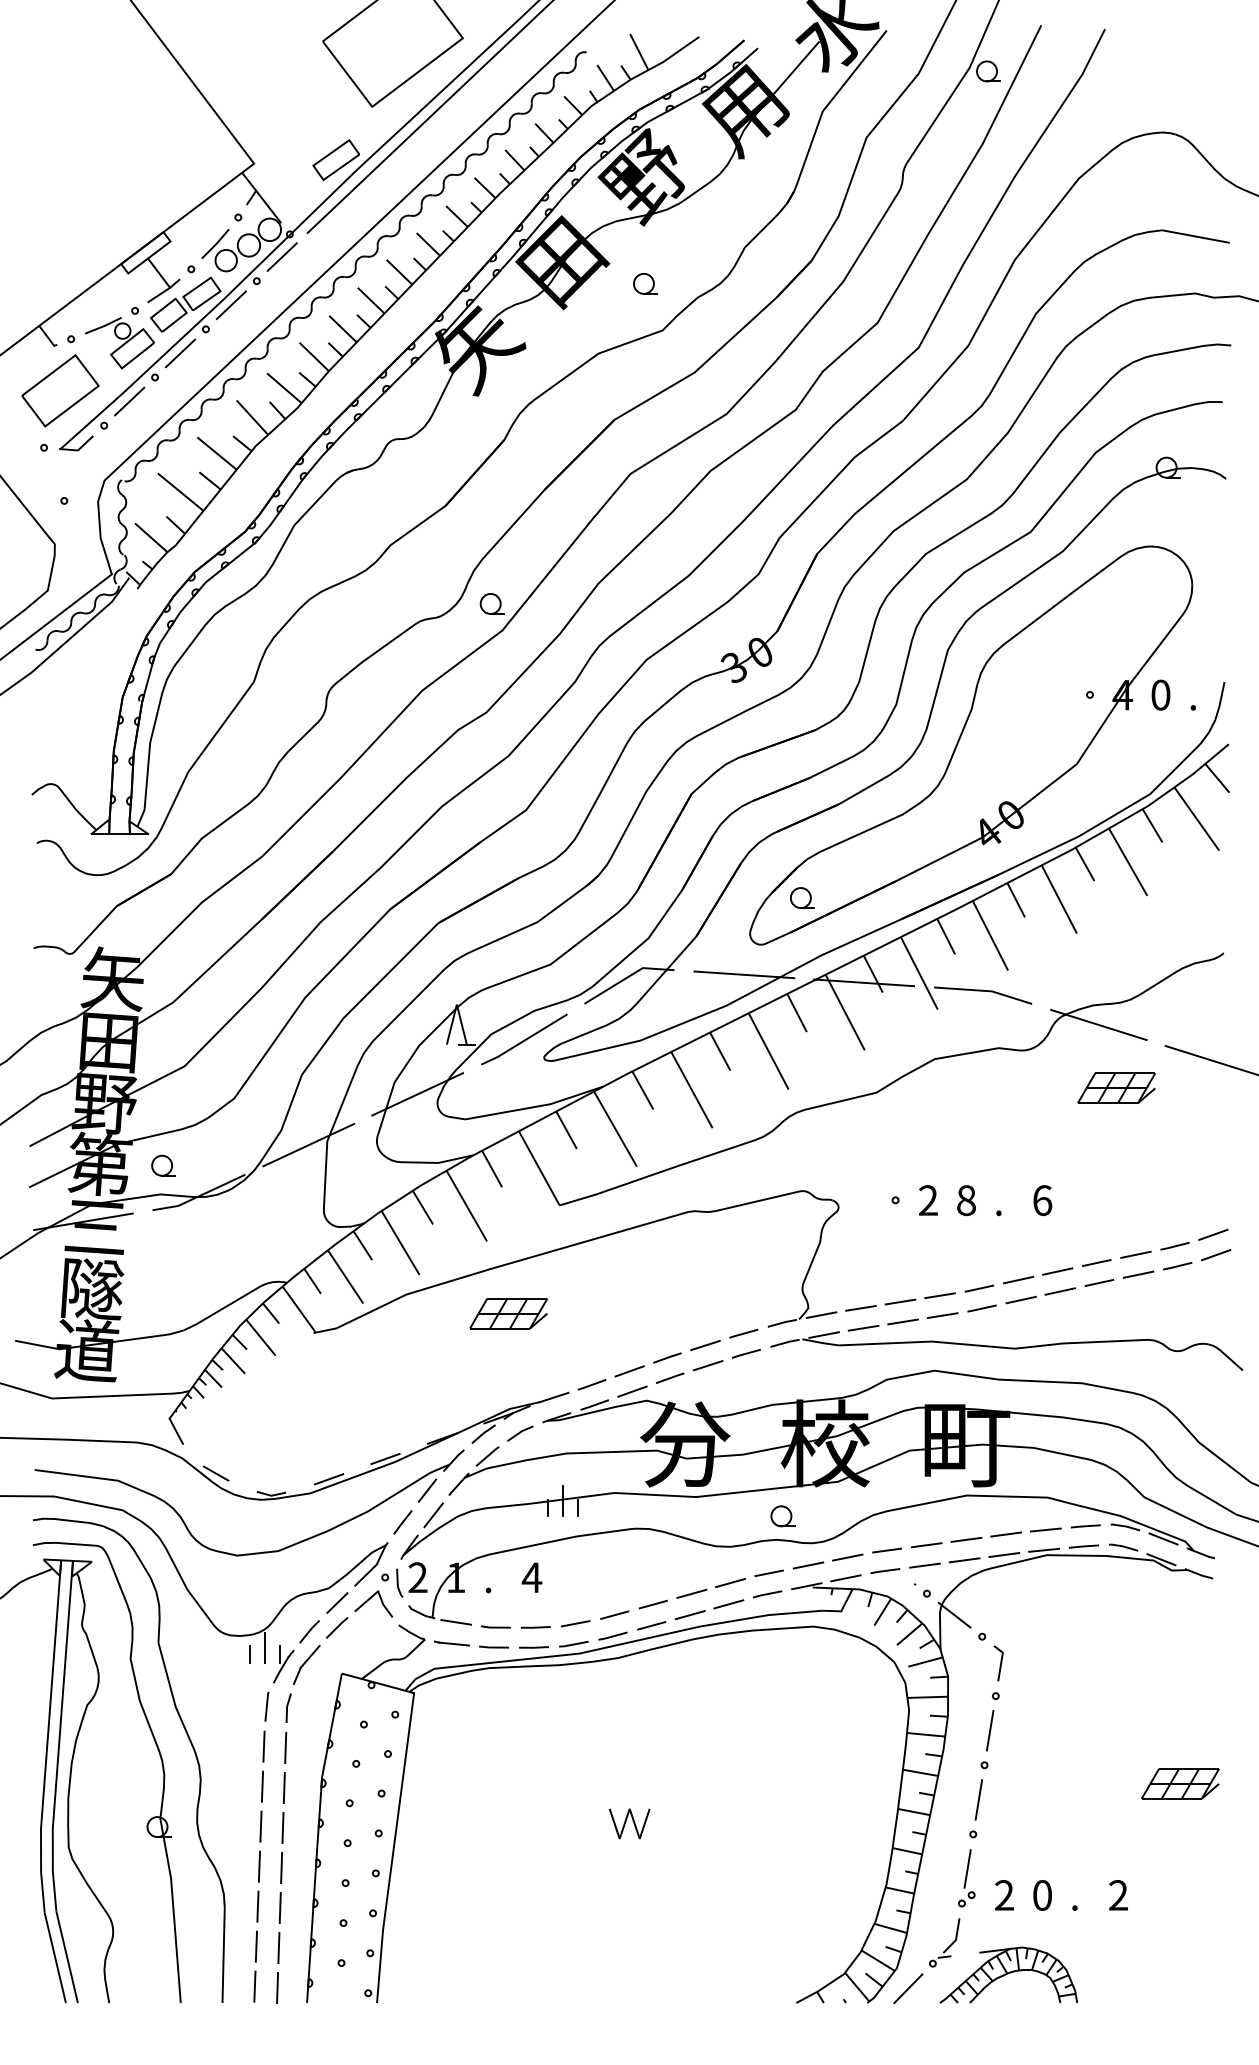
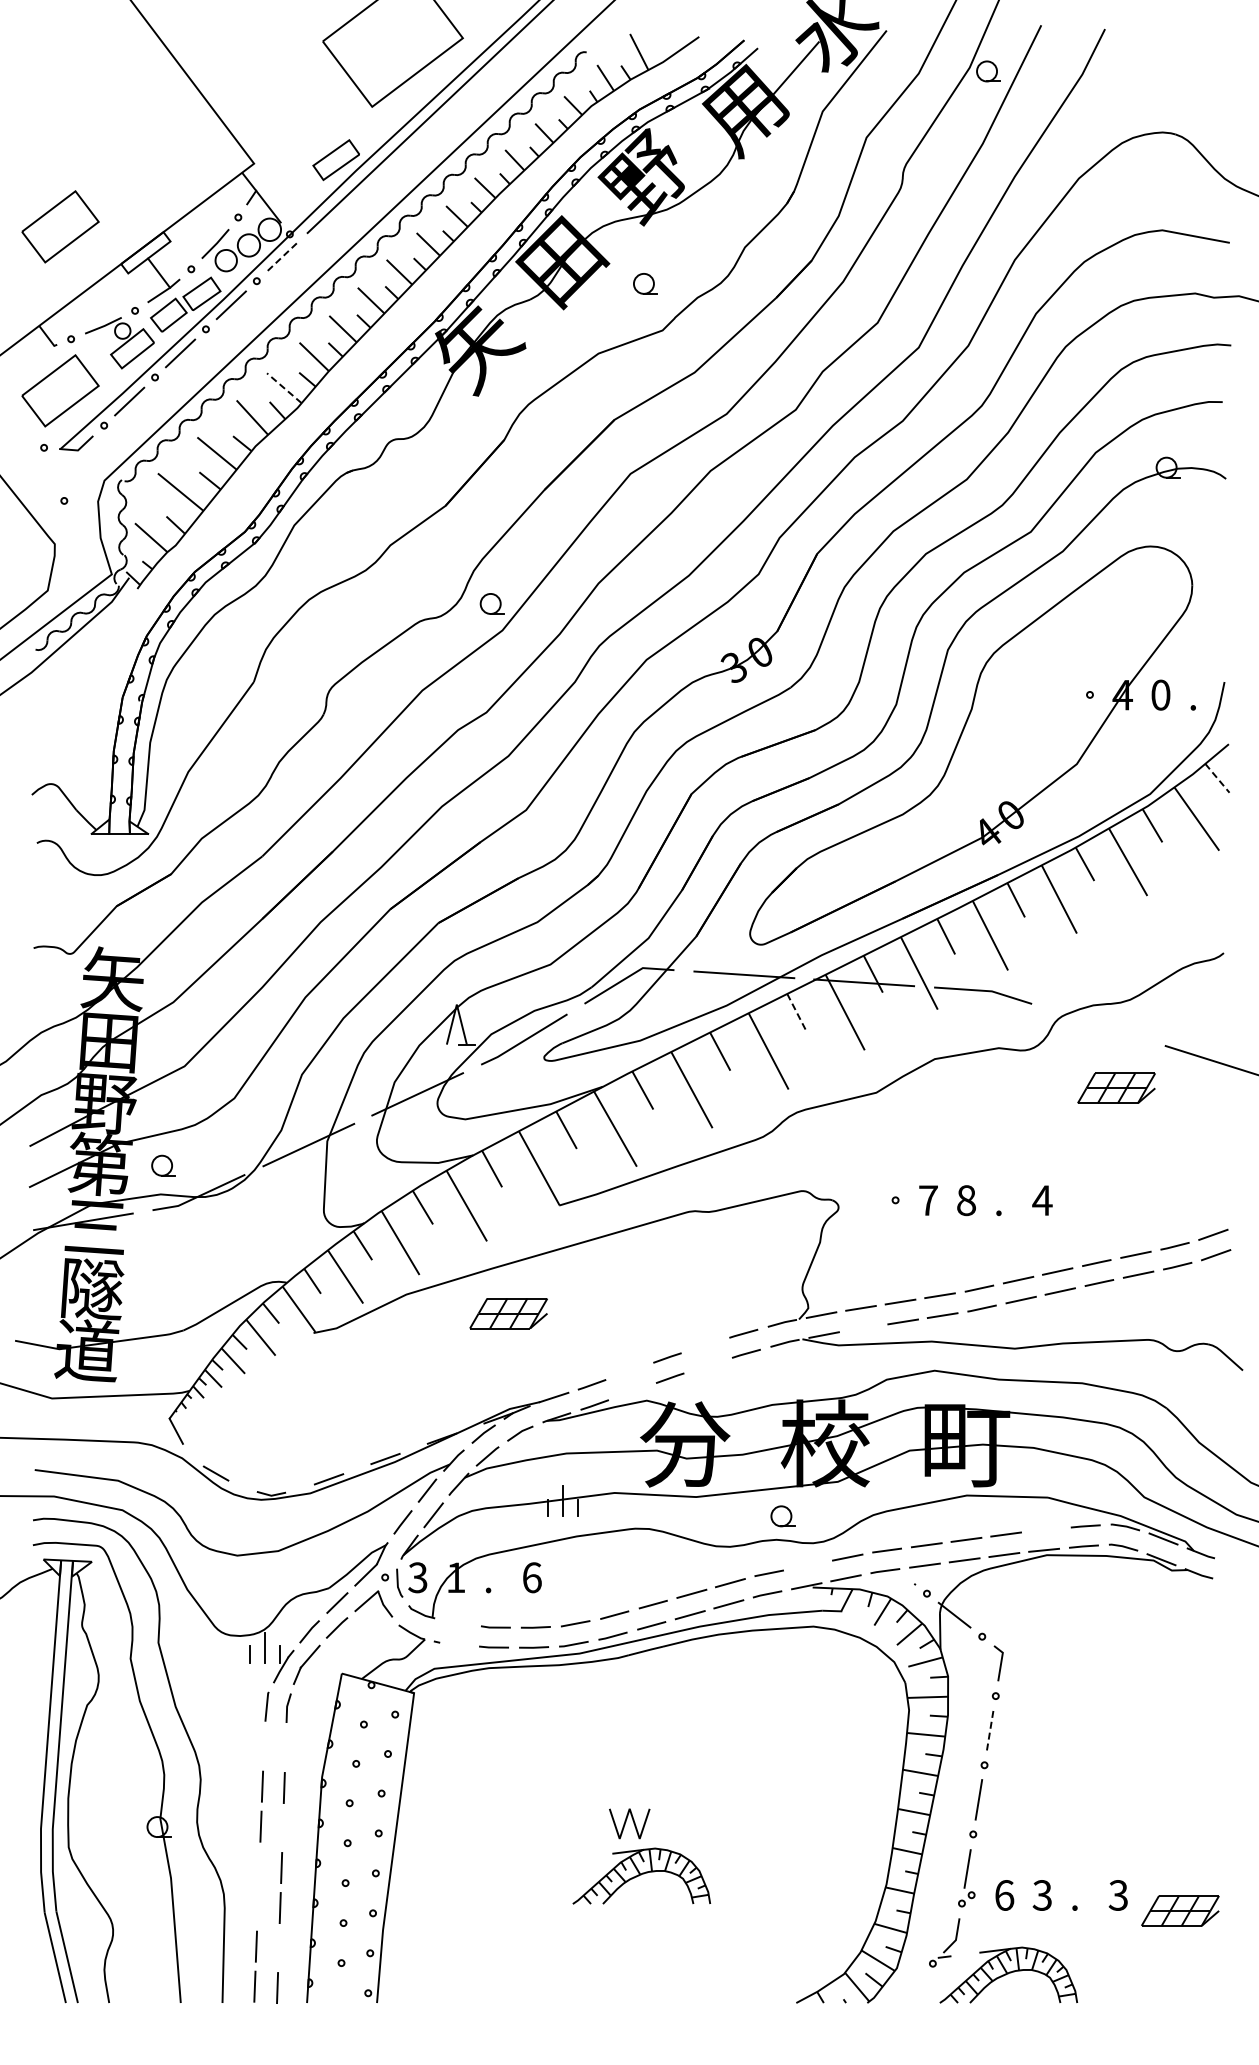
part at (60, 226): none -> present
line at (281, 257): solid -> dashed
line at (284, 388): solid -> dashed
line at (1217, 778): solid -> dashed
part at (802, 897): present -> none
line at (797, 1013): solid -> dashed
line at (1098, 1025): present -> none
text at (928, 1200): 2 -> 7
text at (1042, 1200): 6 -> 4
line at (863, 1327): present -> none
line at (705, 1345): present -> none
line at (707, 1365): present -> none
line at (629, 1371): present -> none
line at (632, 1391): present -> none
line at (1045, 1529): present -> none
line at (808, 1565): present -> none
text at (417, 1577): 2 -> 3
text at (531, 1577): 4 -> 6
line at (456, 1622): present -> none
line at (454, 1643): present -> none
line at (990, 1730): solid -> dashed
line at (263, 1746): present -> none
line at (285, 1748): present -> none
part at (1180, 1783) position: (1180, 1783) -> (1180, 1910)
line at (282, 1828): present -> none
line at (259, 1866): present -> none
part at (641, 1875): none -> present
text at (1004, 1895): 2 -> 6
text at (1041, 1895): 0 -> 3
text at (1117, 1895): 2 -> 3
line at (257, 1906): present -> none
line at (278, 1948): present -> none
line at (908, 1988): present -> none
